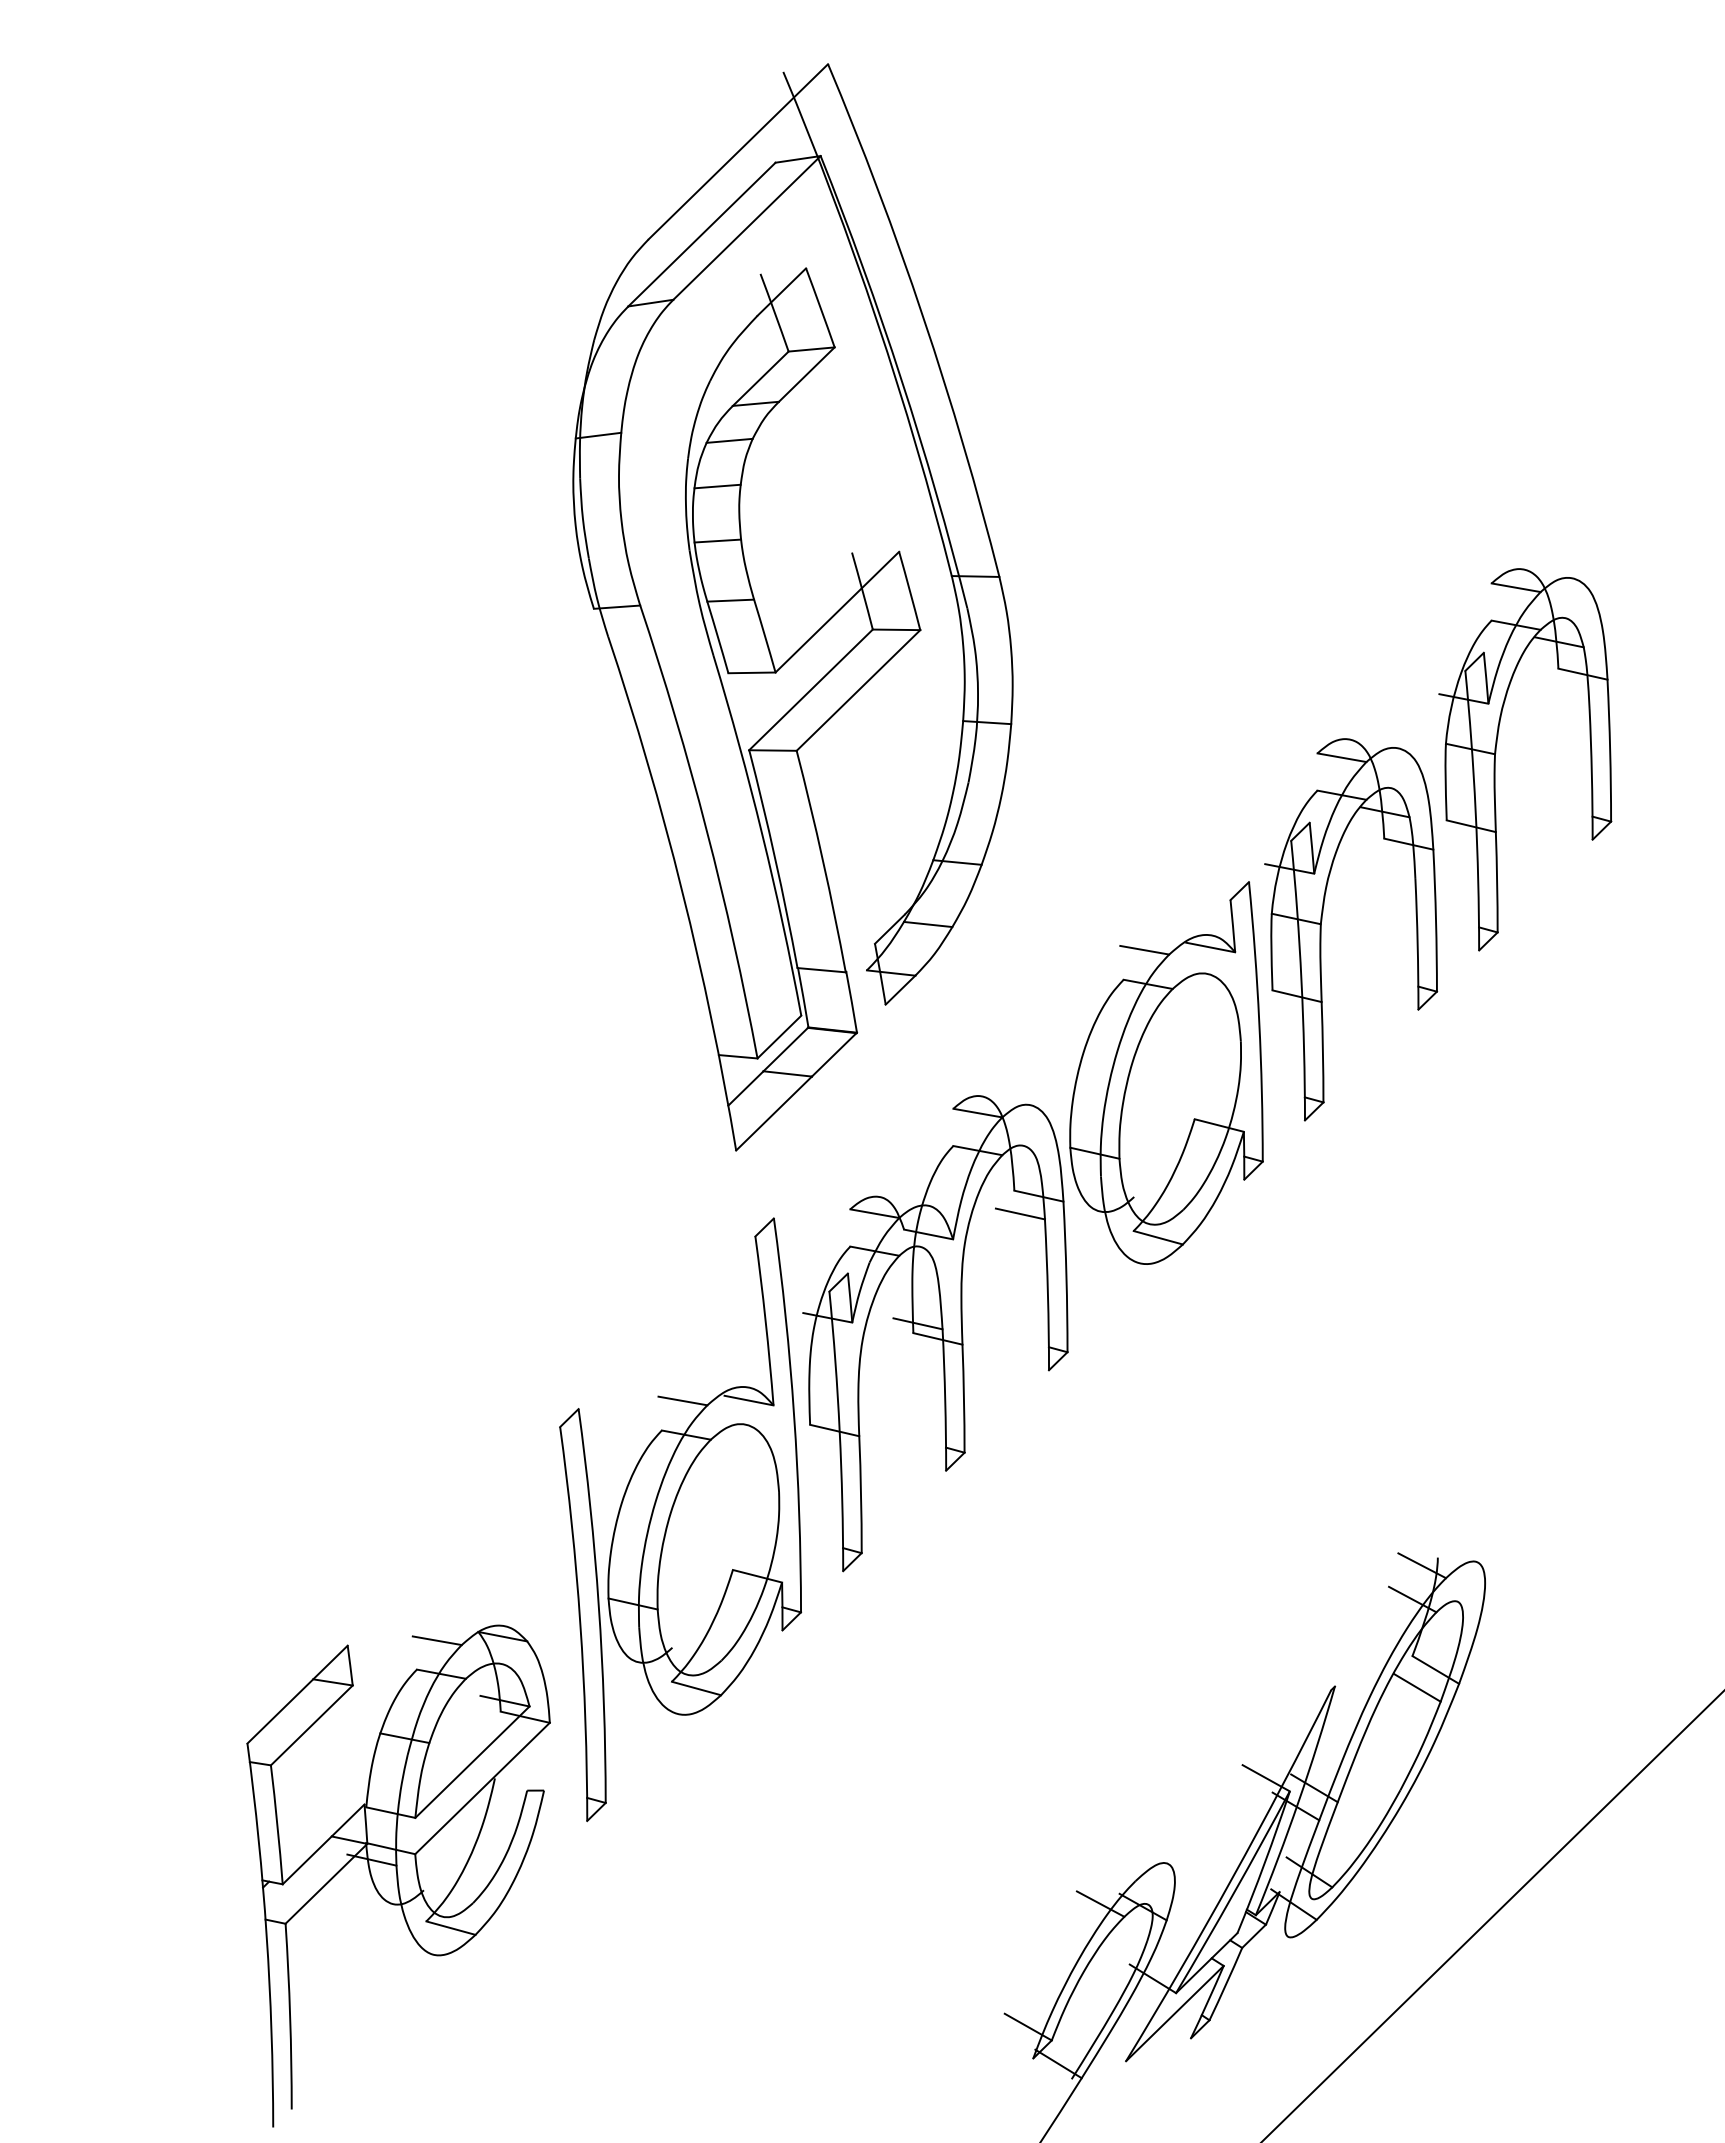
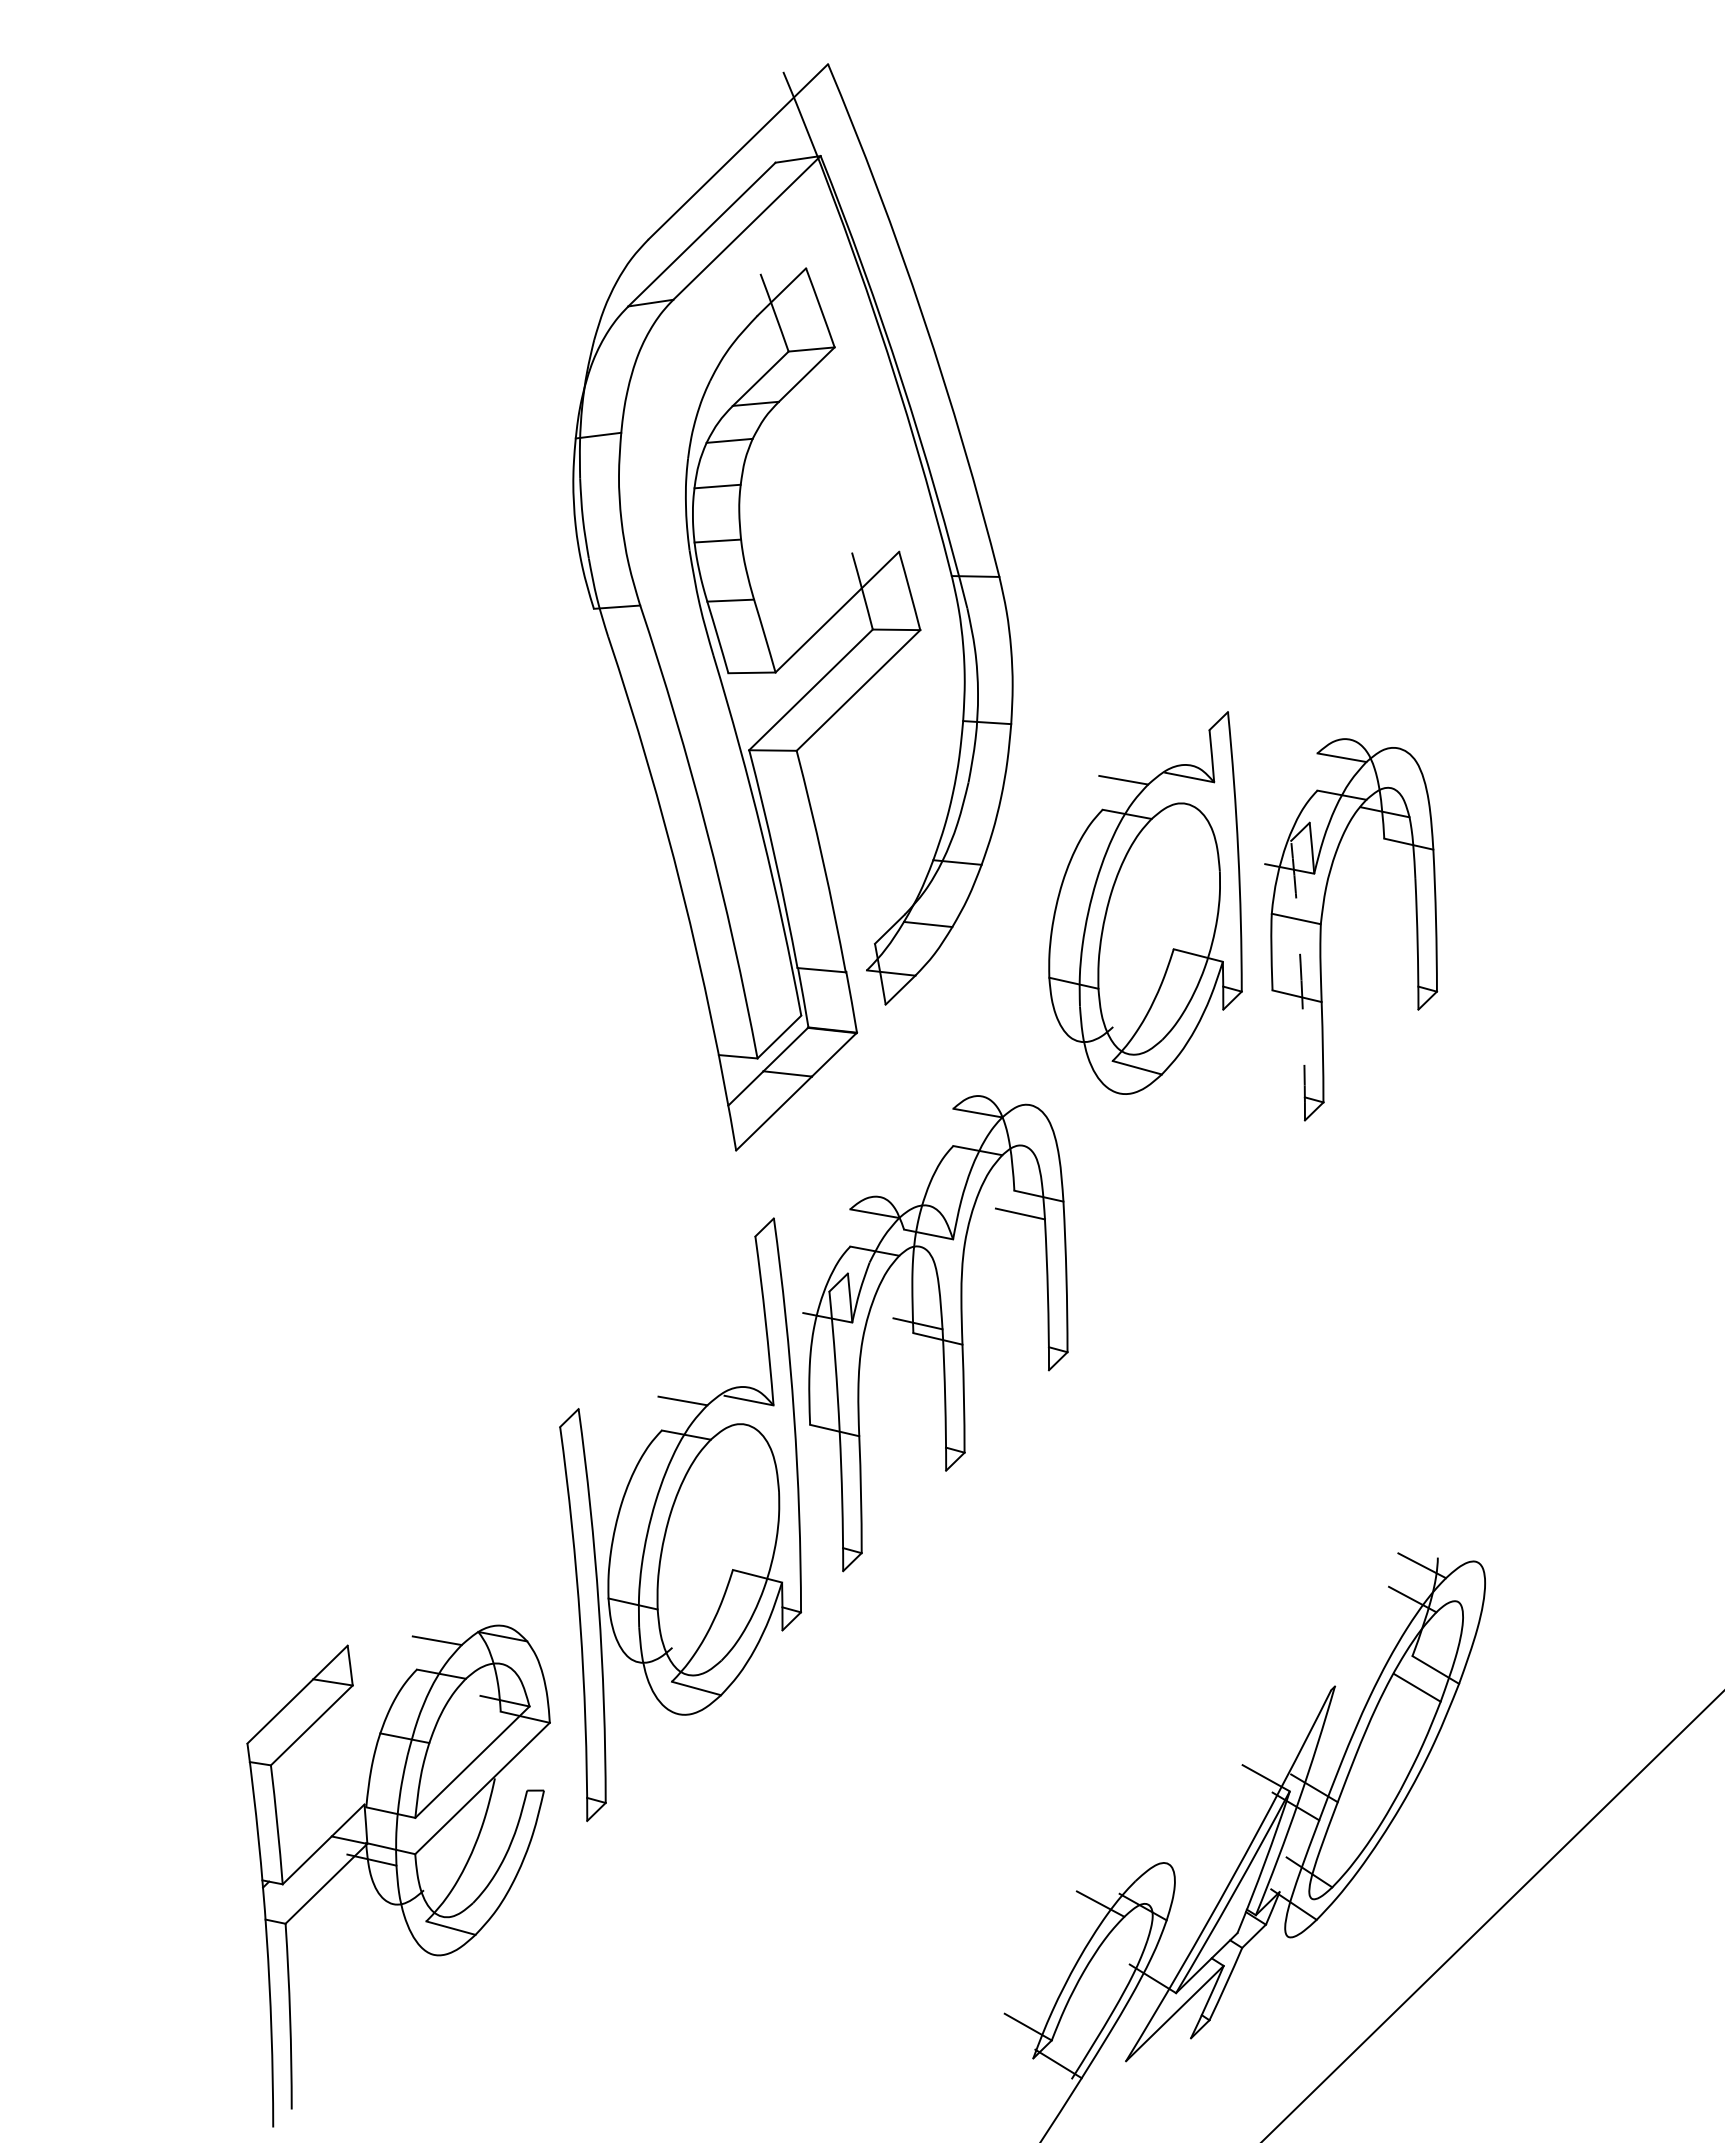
part at (1496, 753): present -> none
arc at (1301, 980): solid -> dashed
part at (1166, 1072) position: (1166, 1072) -> (1145, 902)
